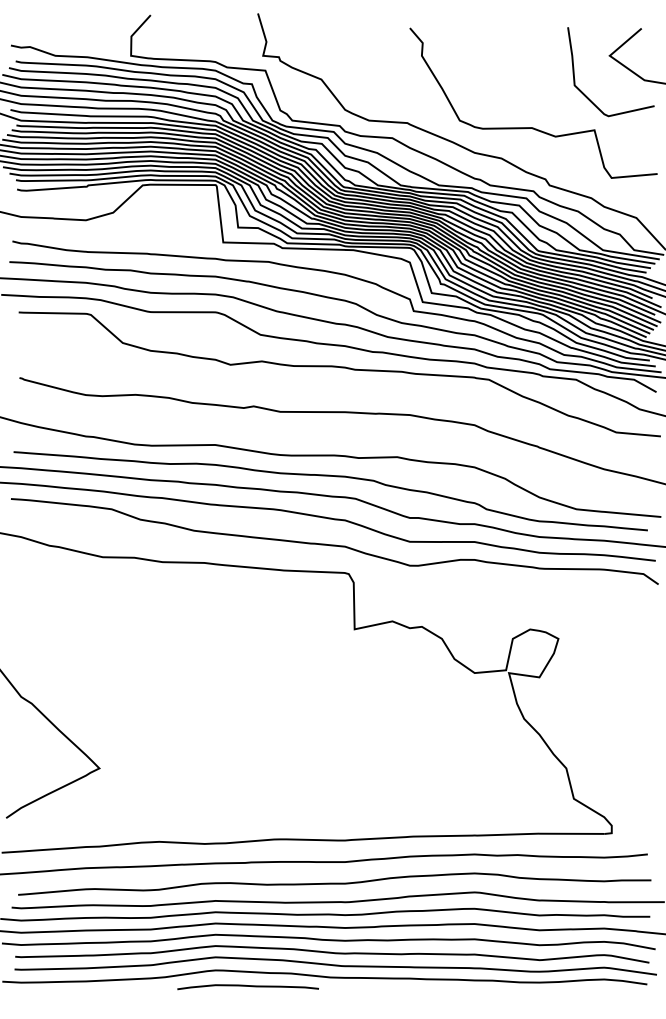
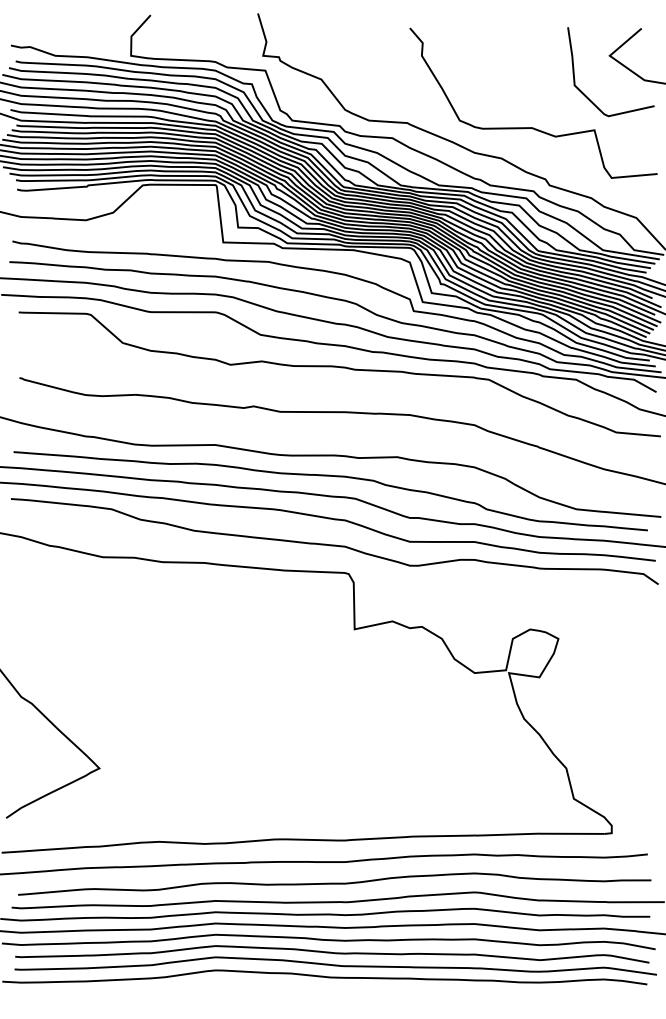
curve at (247, 986): present -> none
